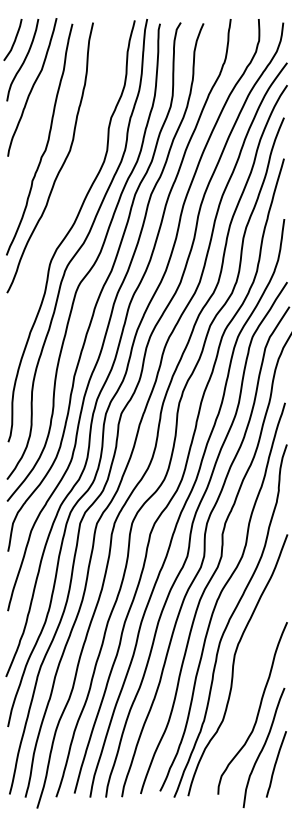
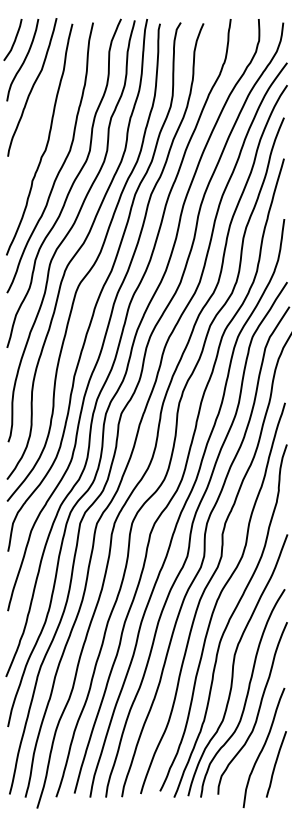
curve at (70, 186): none -> present
curve at (246, 693): none -> present
